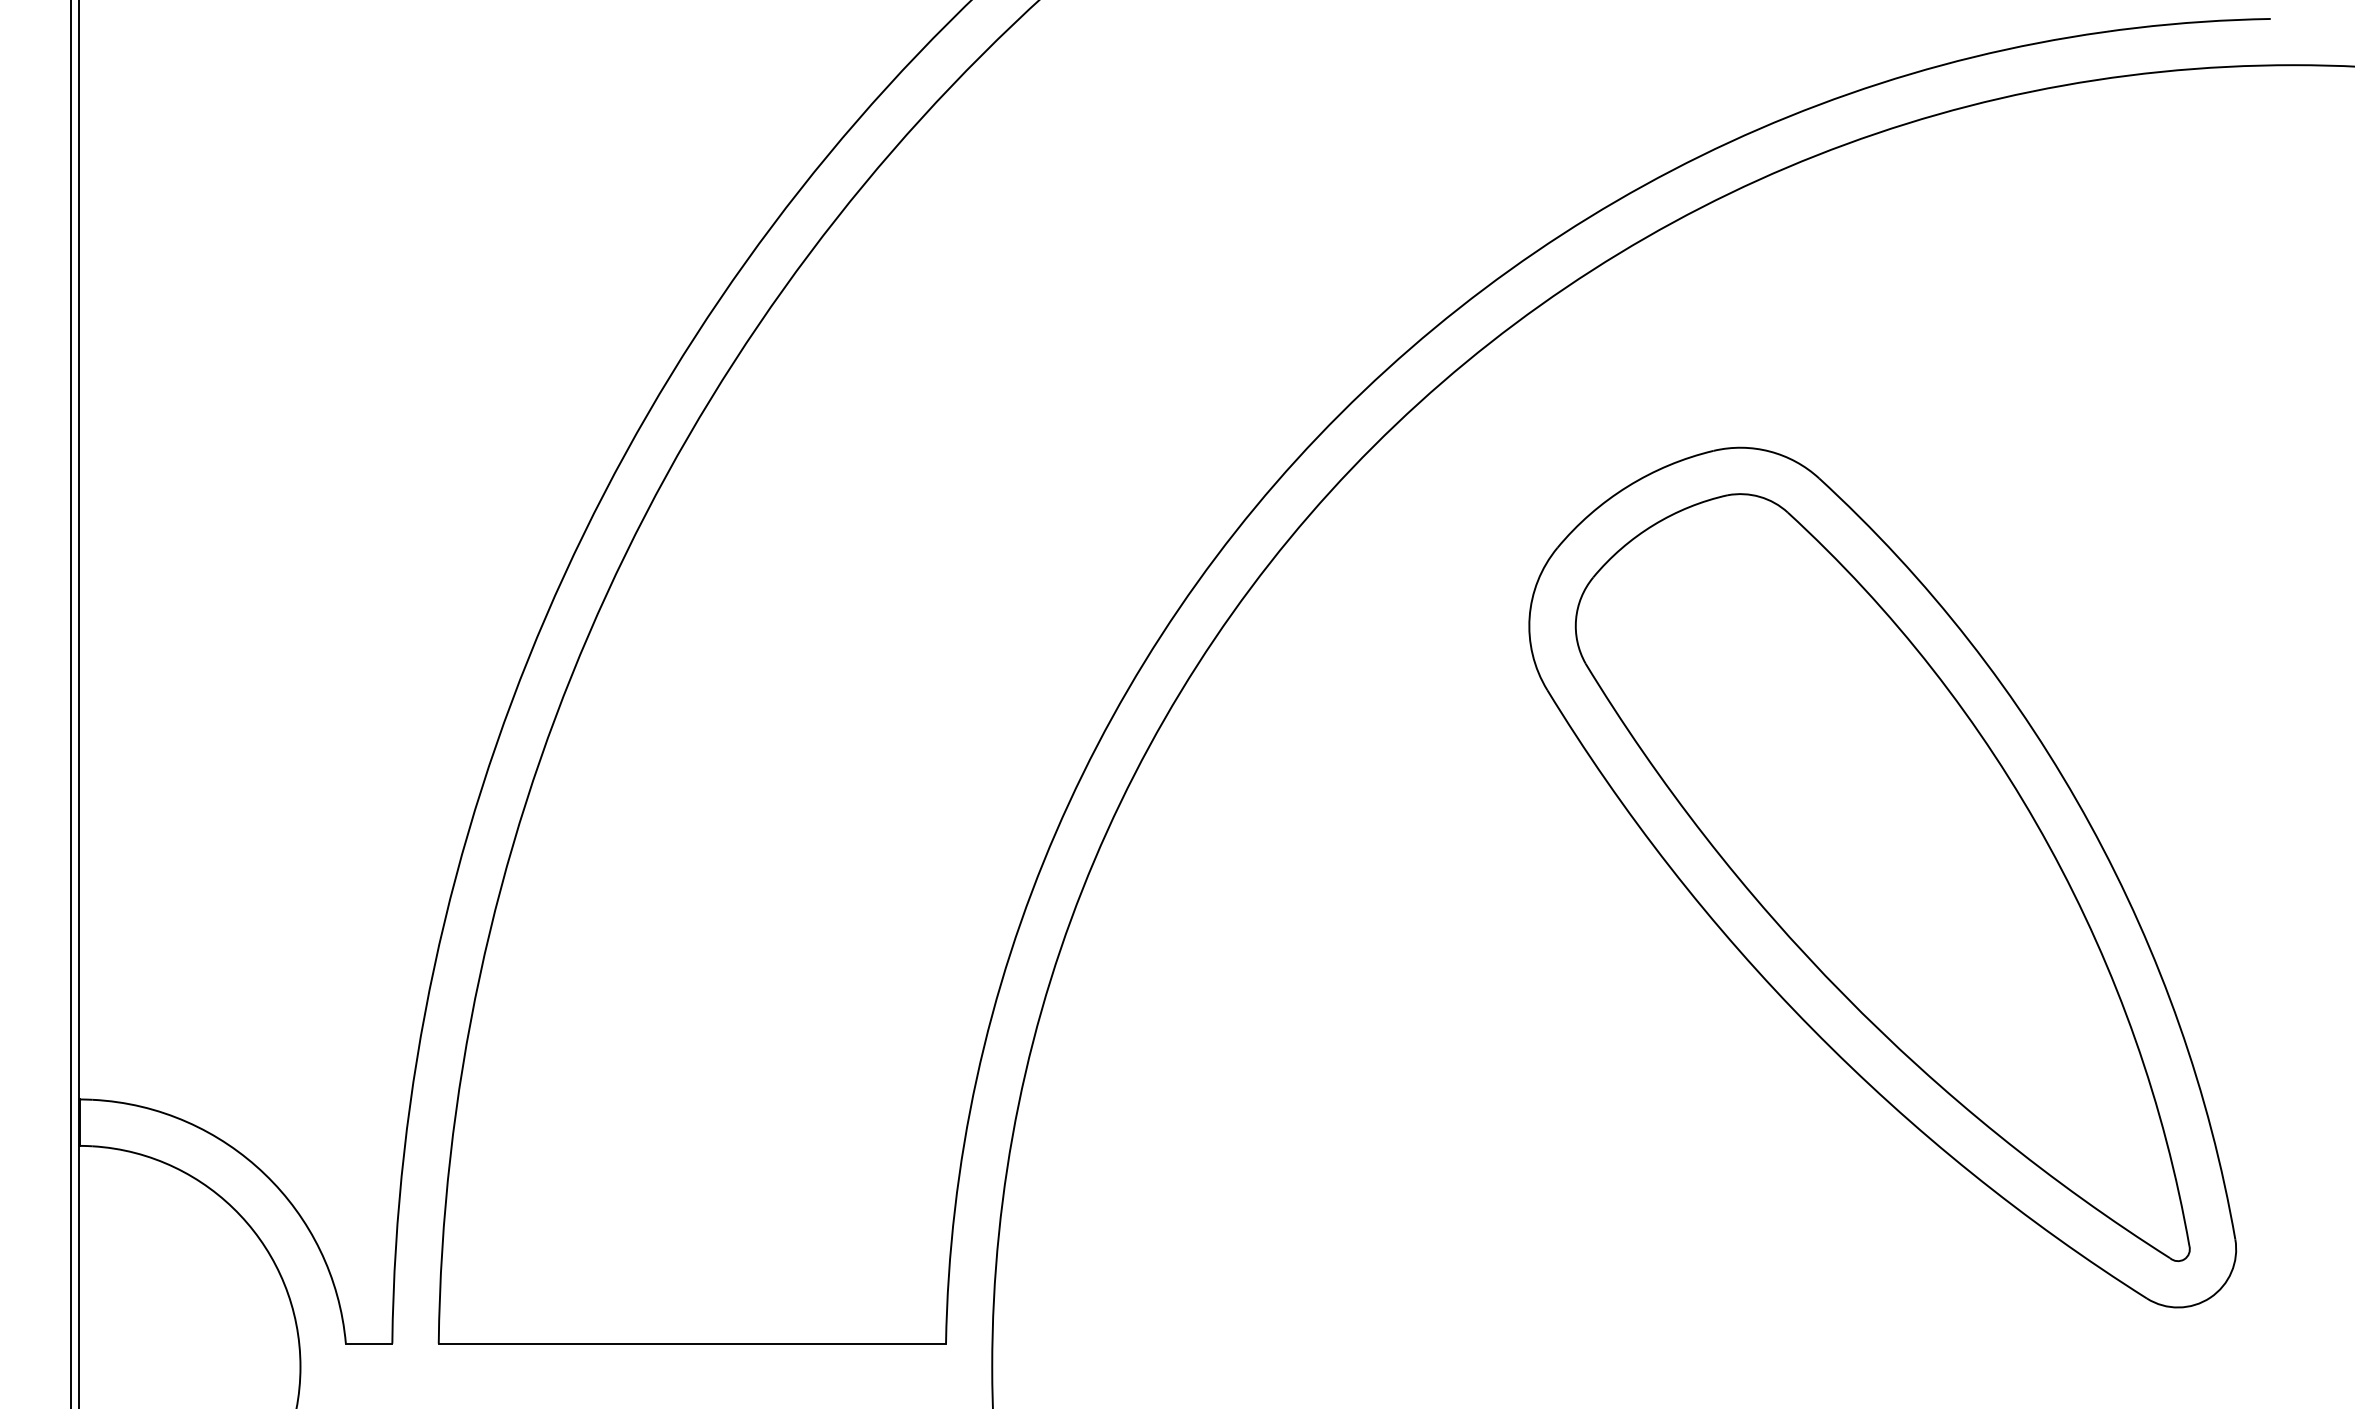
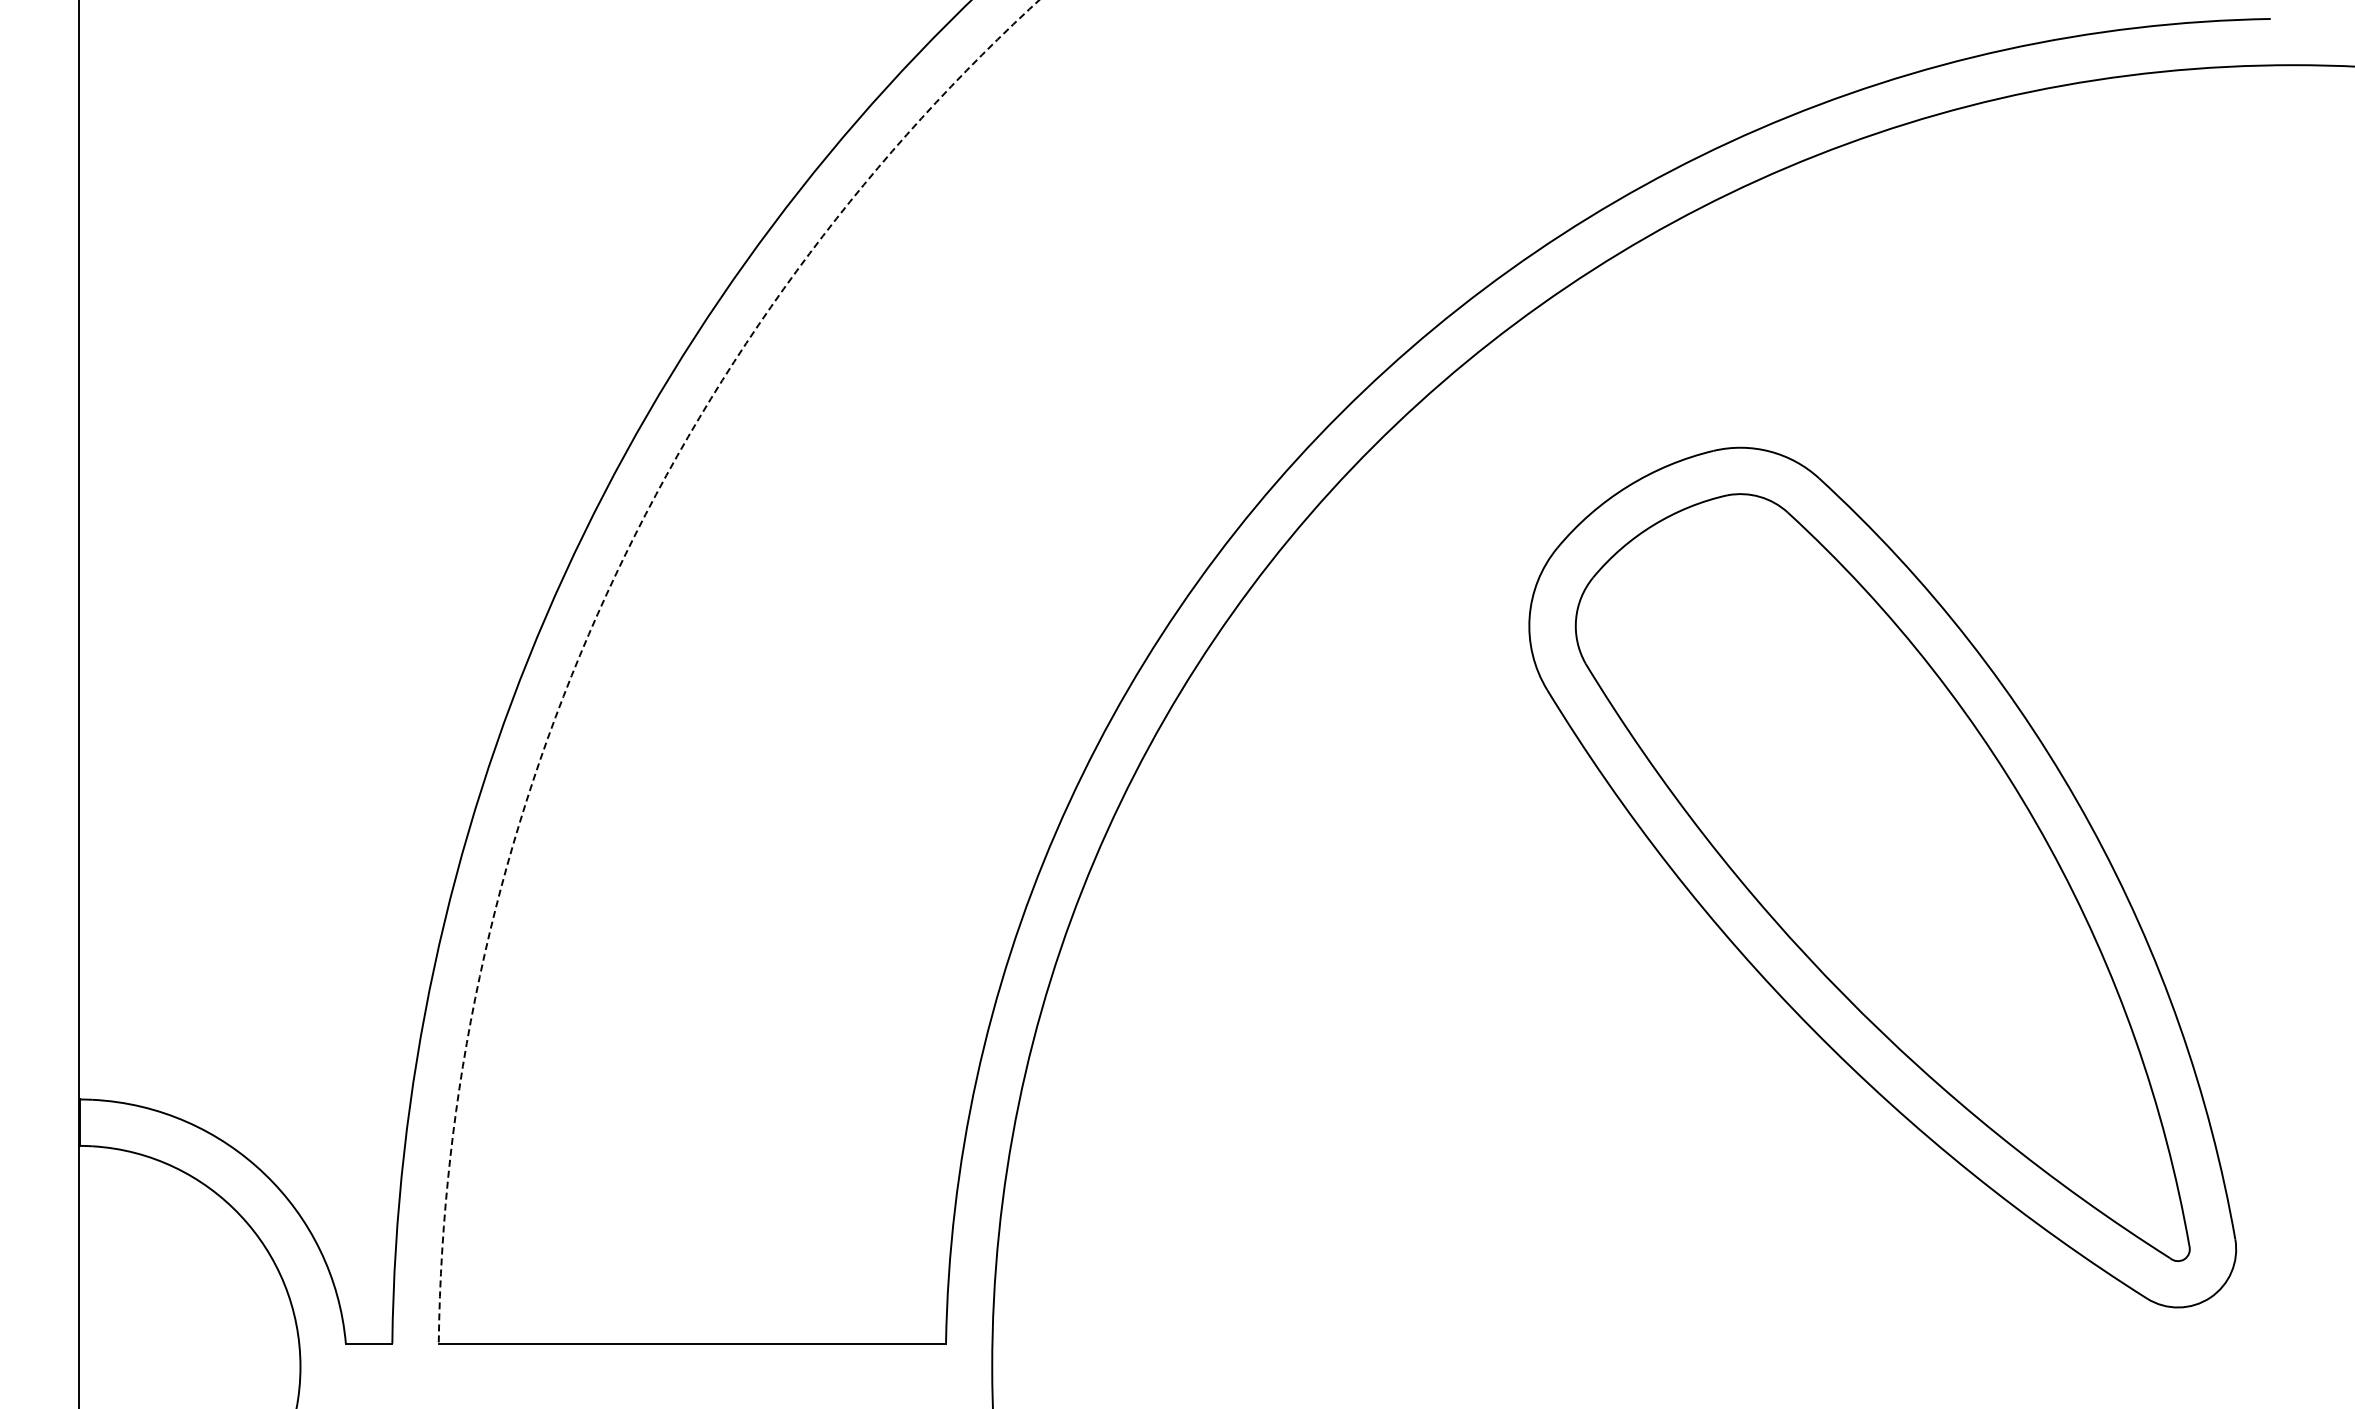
arc at (595, 619): solid -> dashed
line at (70, 703): present -> none
